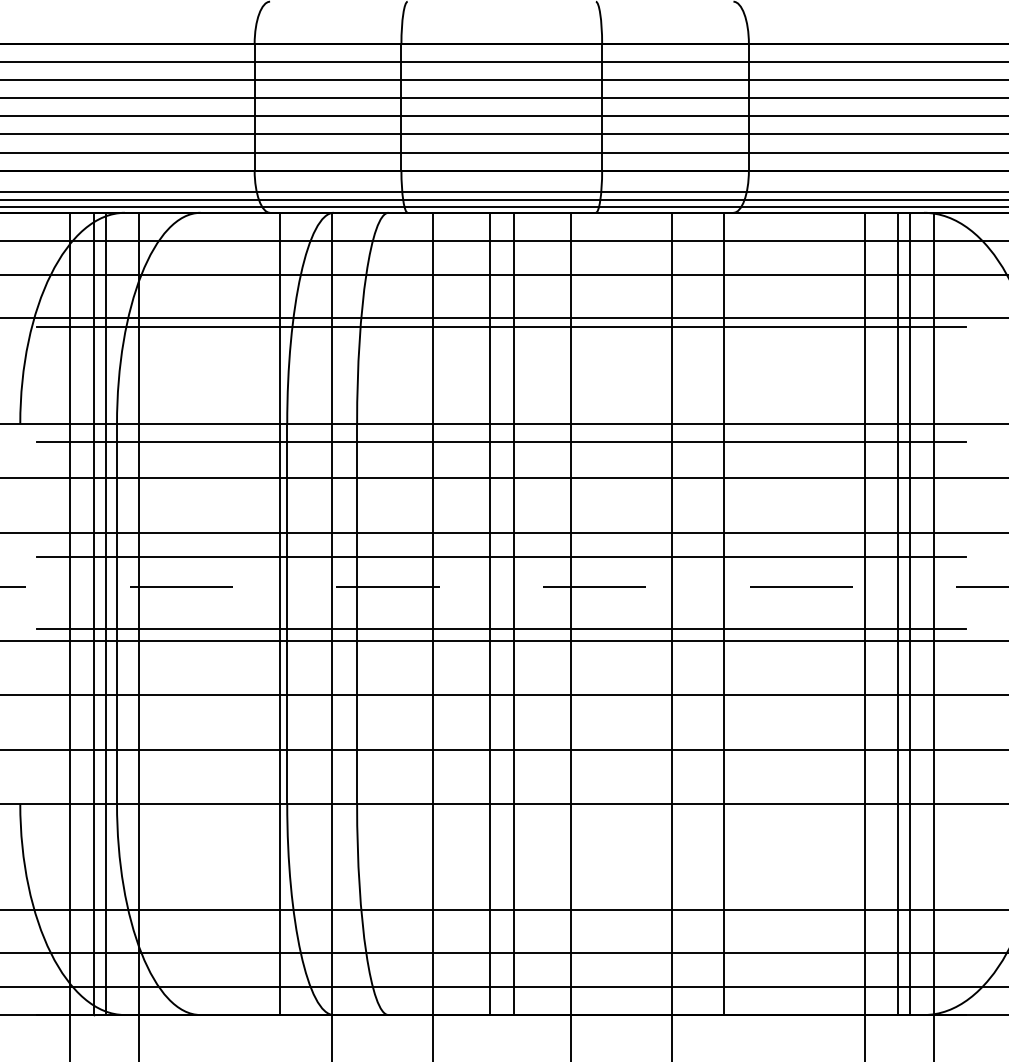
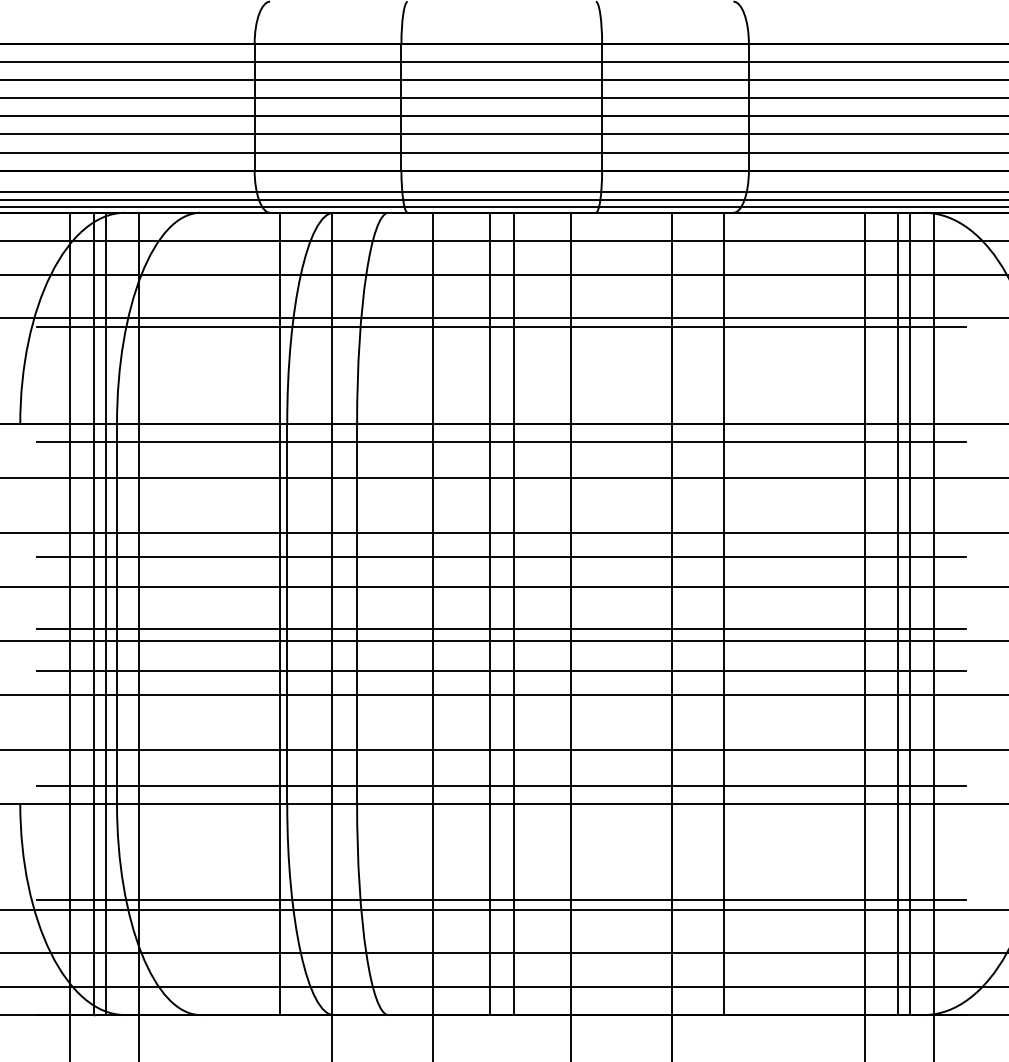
line at (504, 586): dashed -> solid
line at (501, 671): none -> present
line at (501, 785): none -> present
line at (501, 900): none -> present
